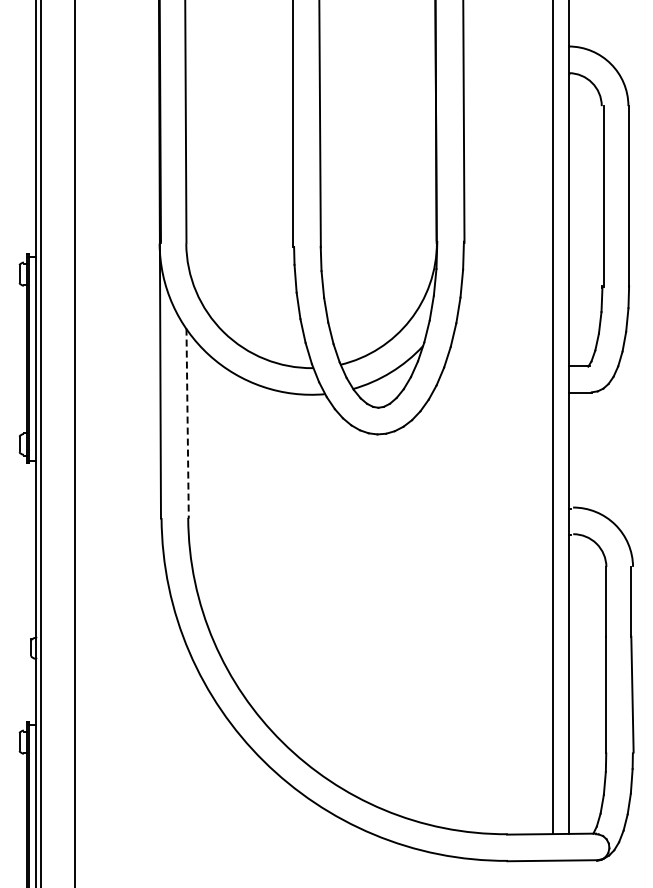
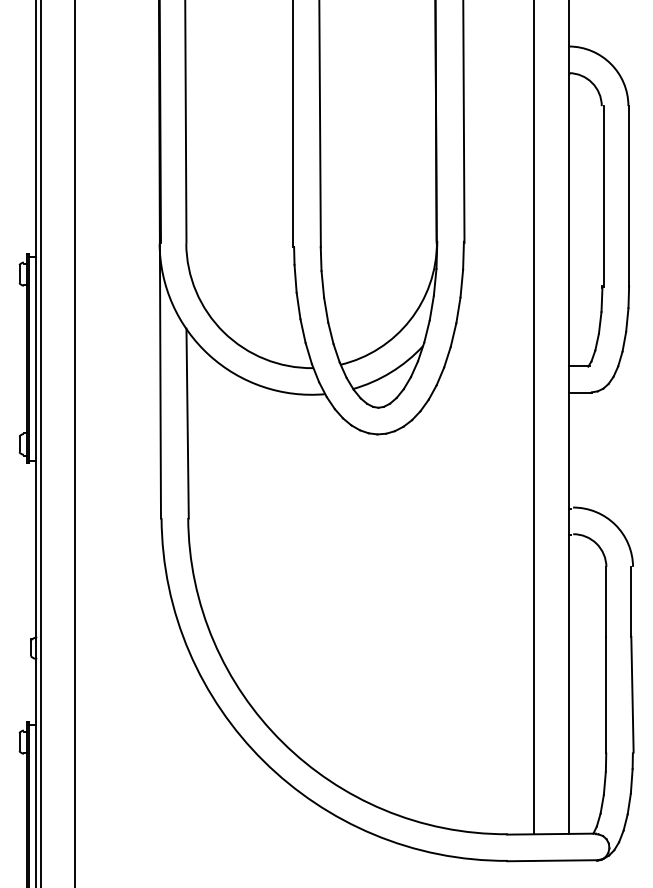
line at (553, 417) position: (553, 417) -> (534, 417)
line at (187, 423): dashed -> solid
